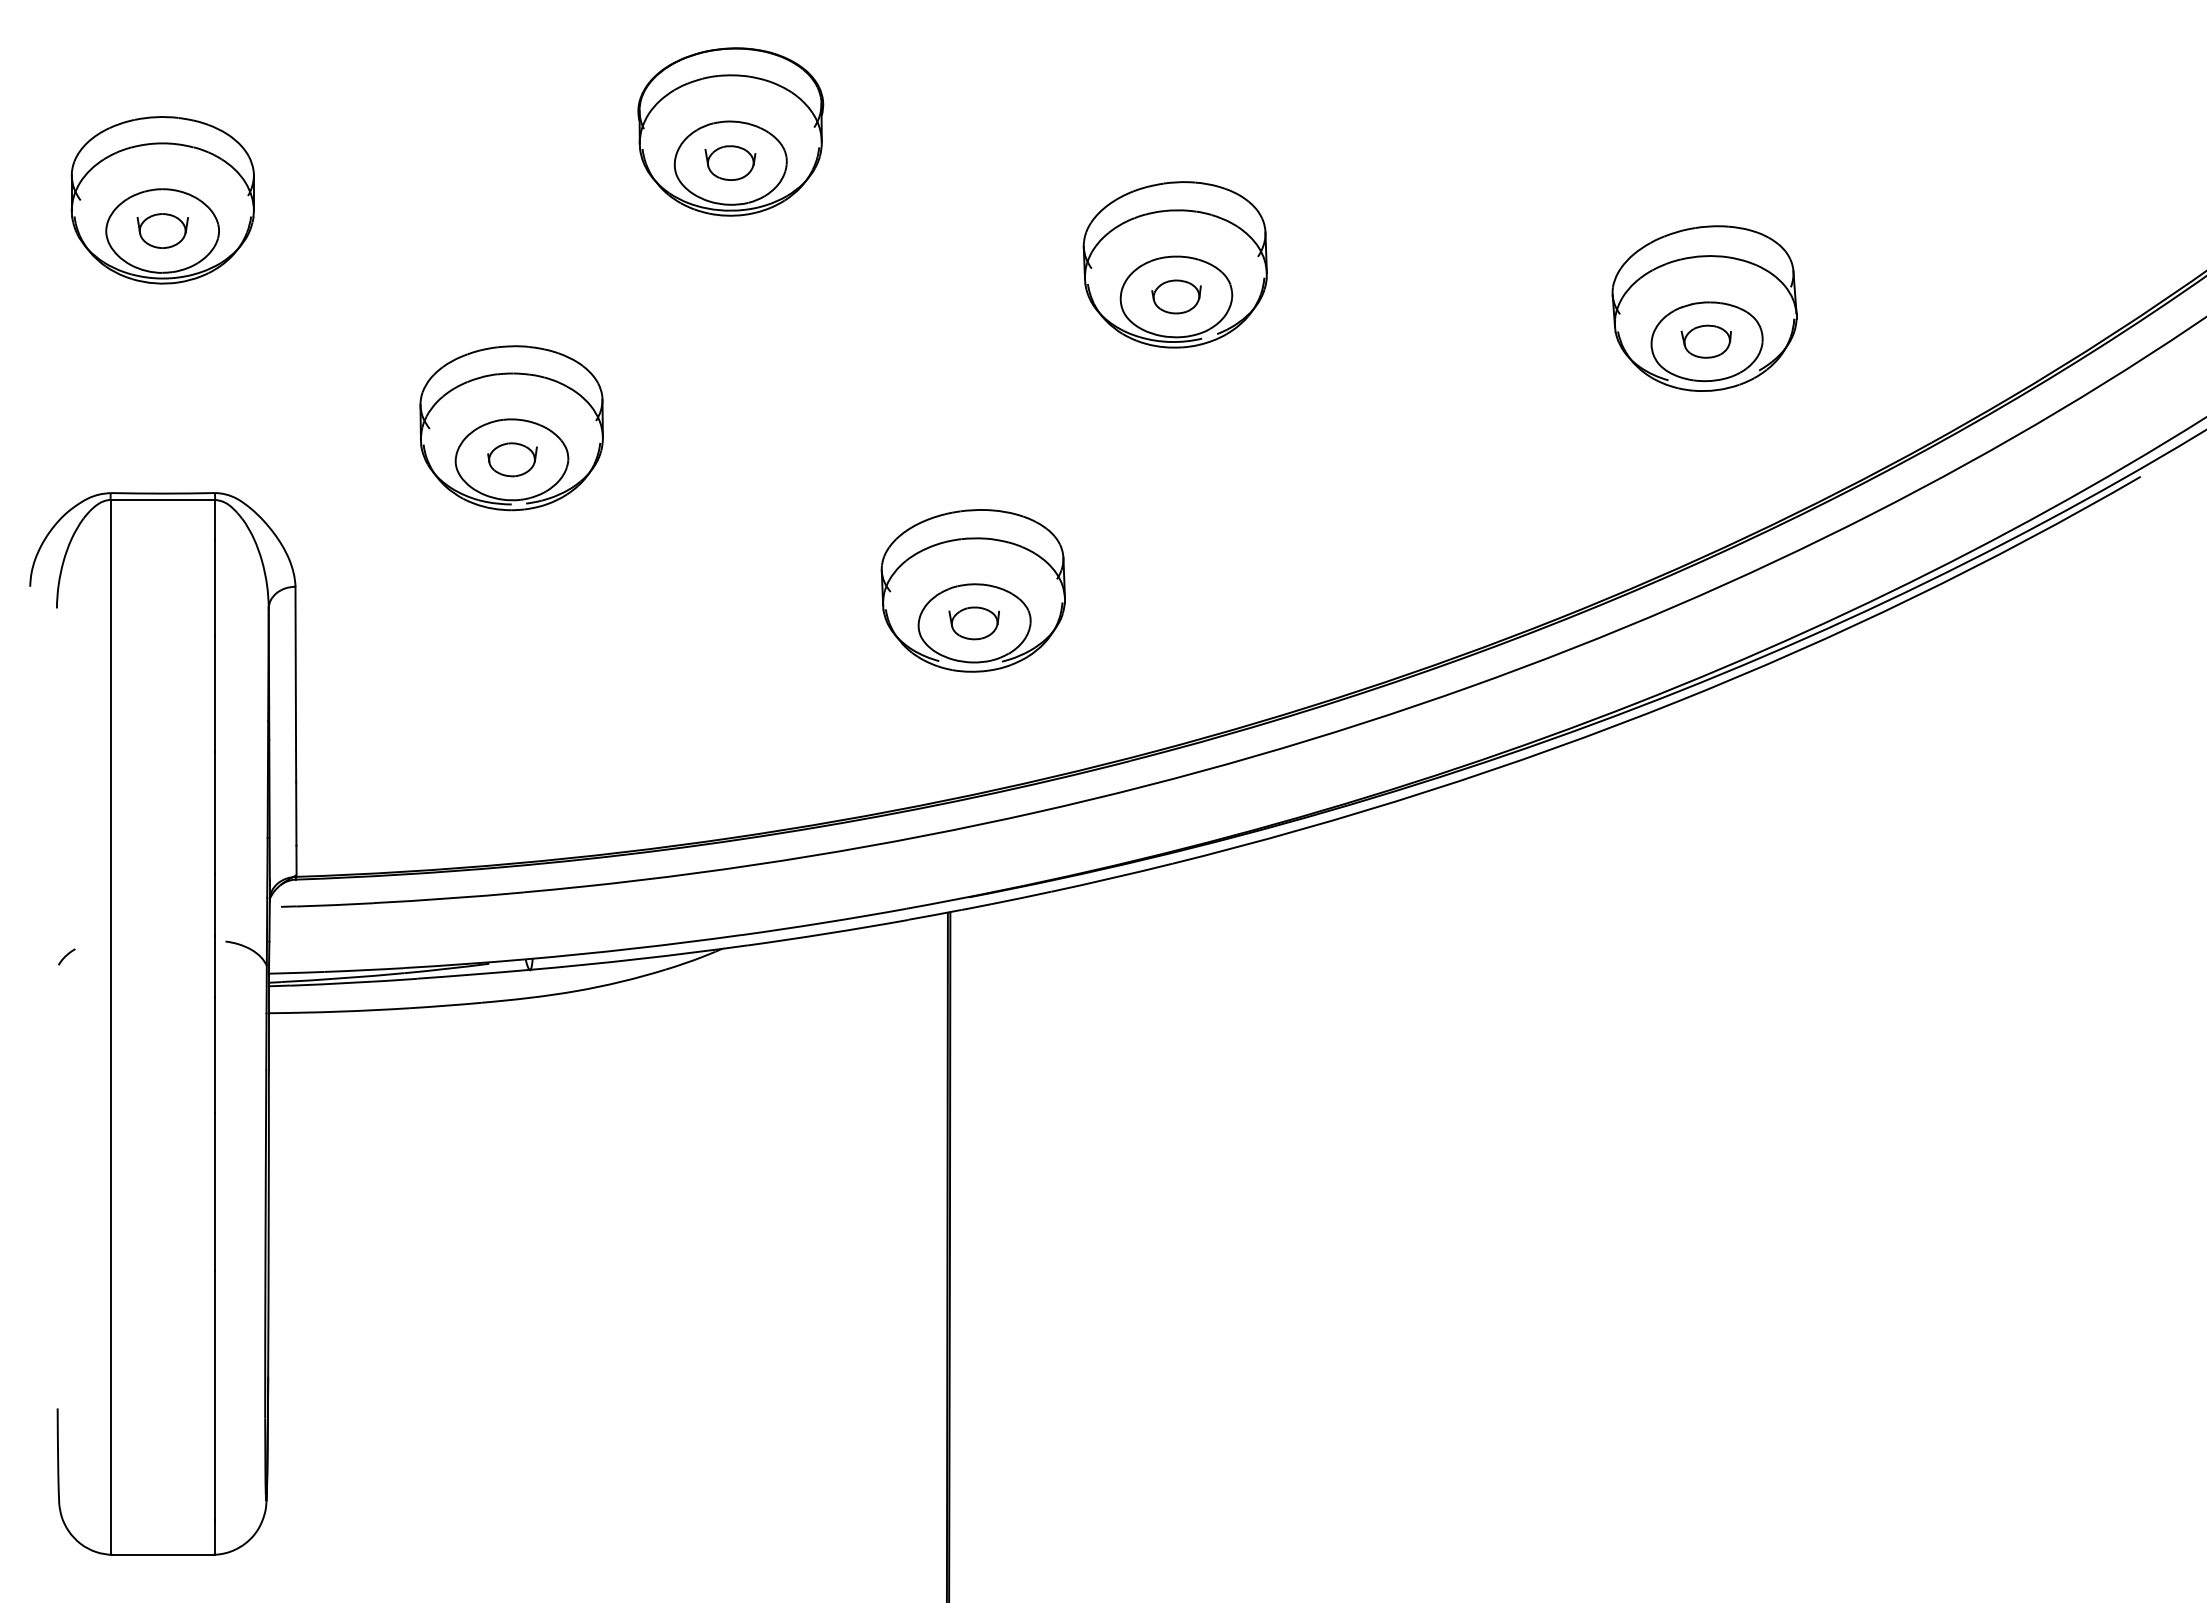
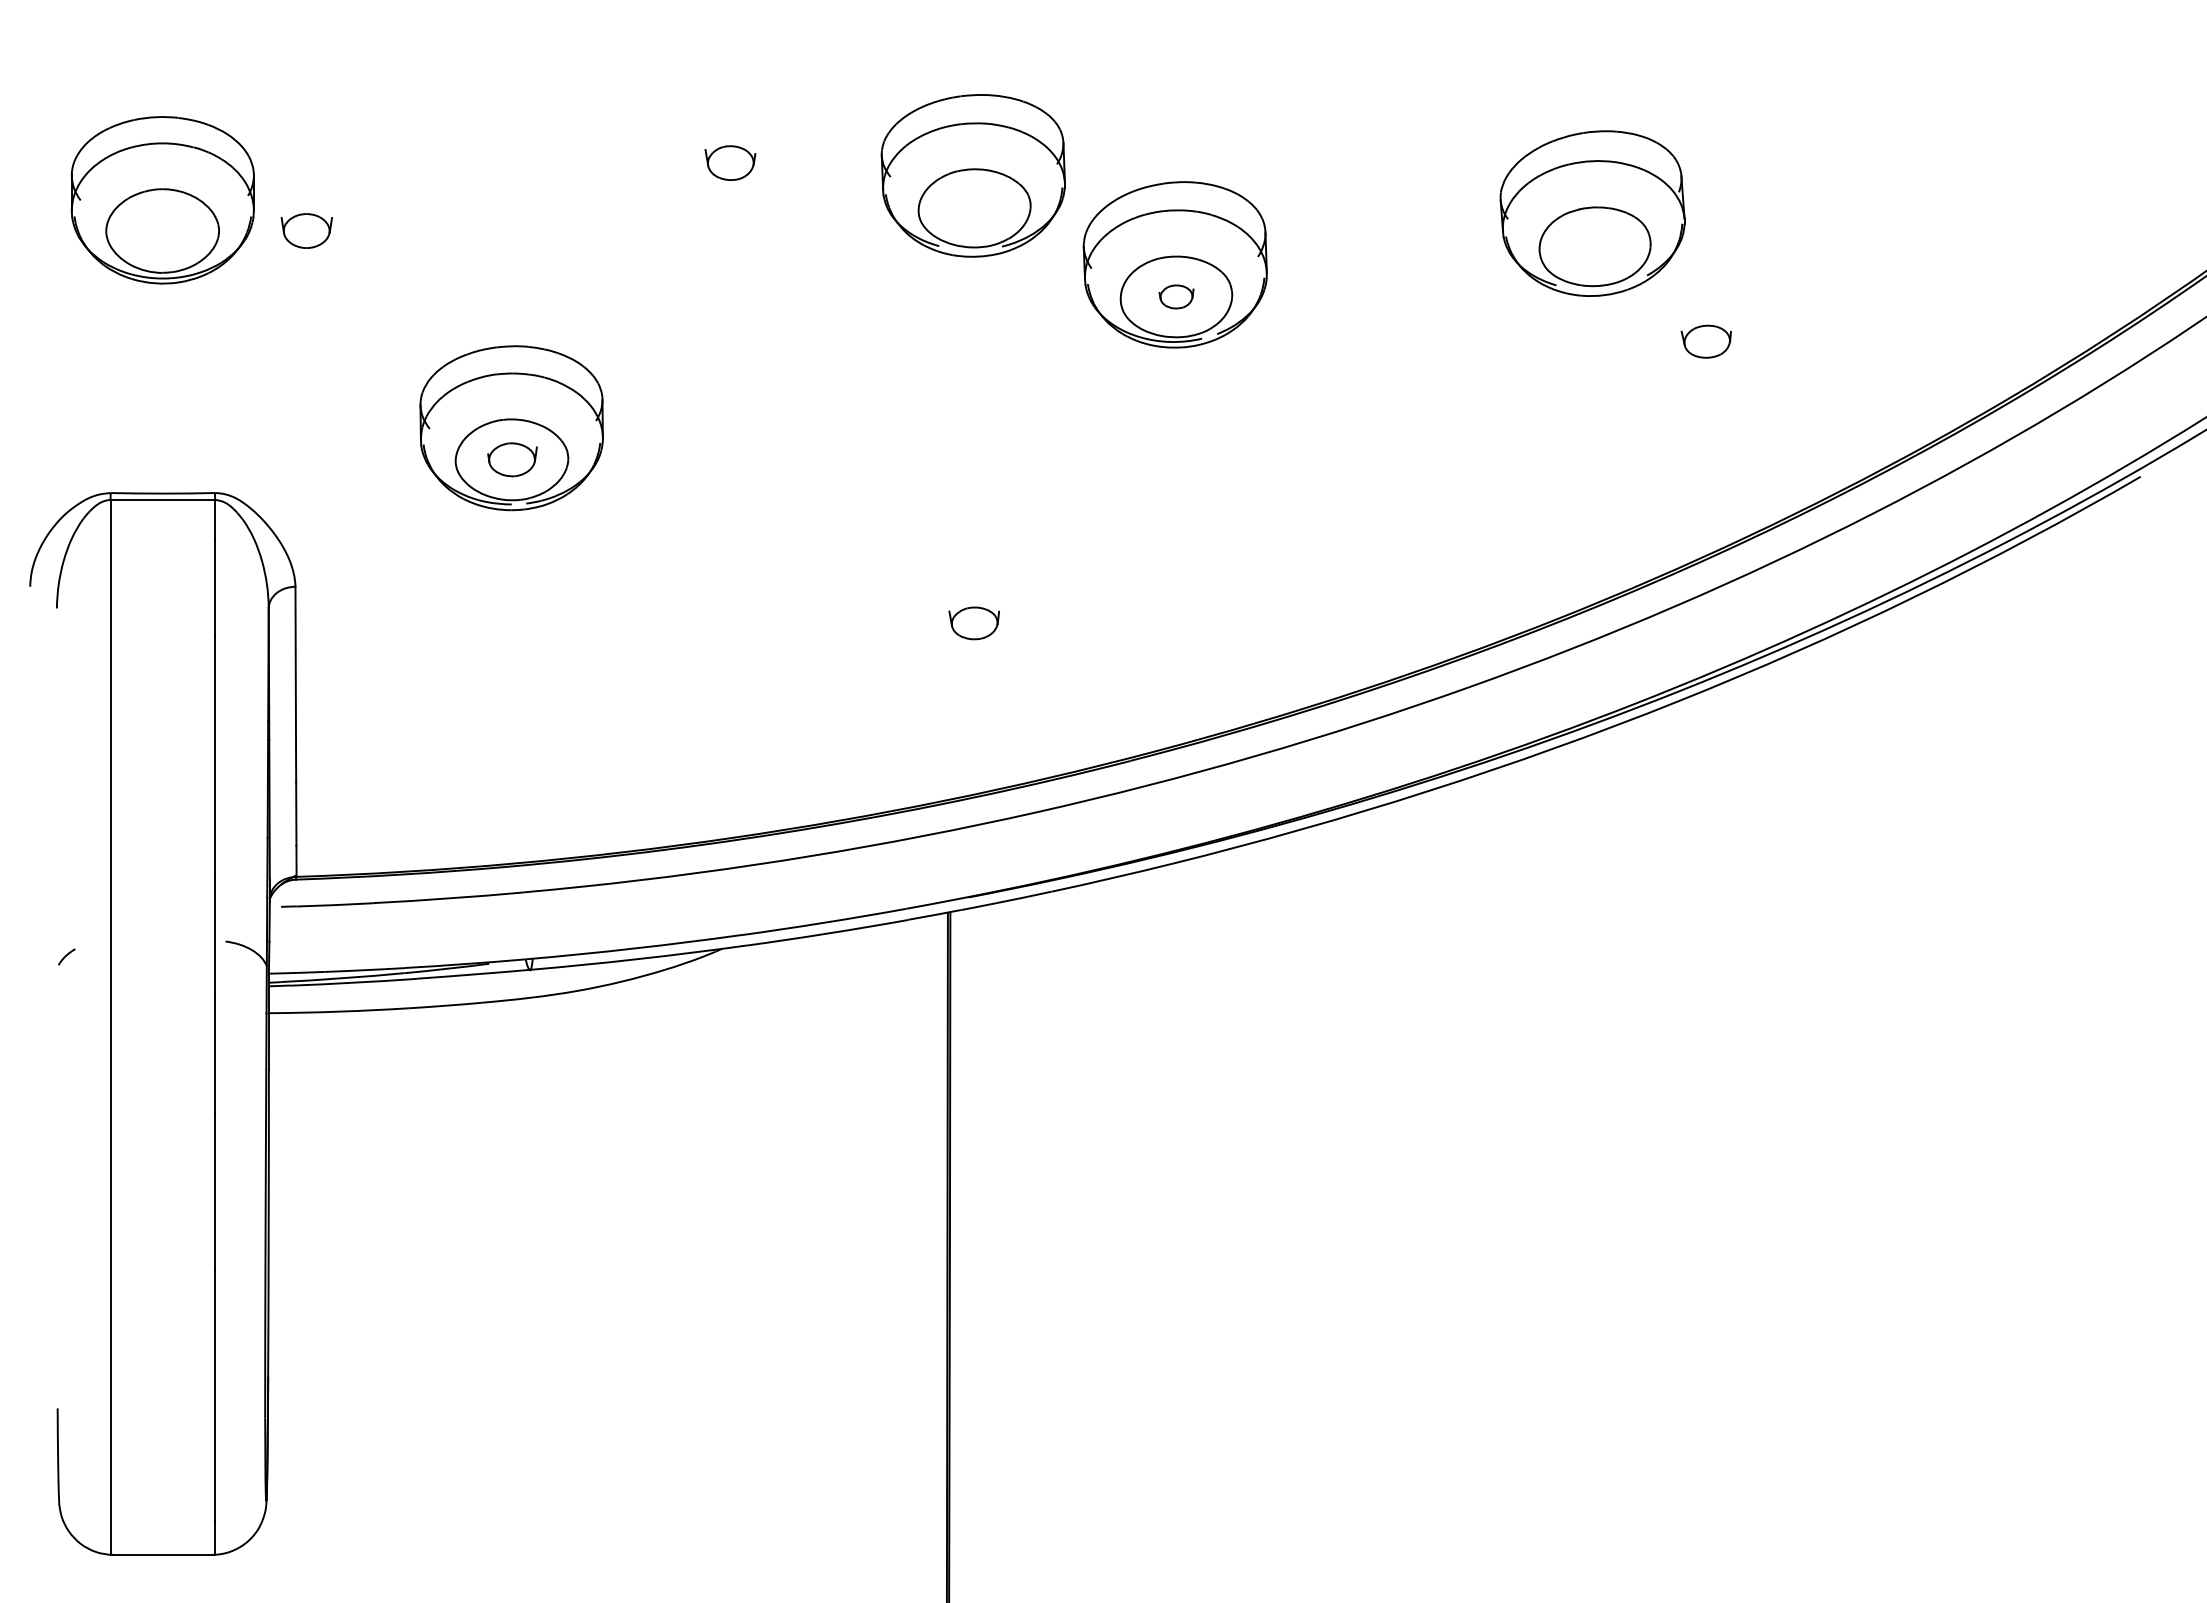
part at (730, 131): present -> none
part at (162, 230) position: (162, 230) -> (306, 230)
part at (1176, 296) size: 51x36 px -> 37x26 px
part at (1704, 308) position: (1704, 308) -> (1592, 213)
part at (972, 590) position: (972, 590) -> (972, 175)
